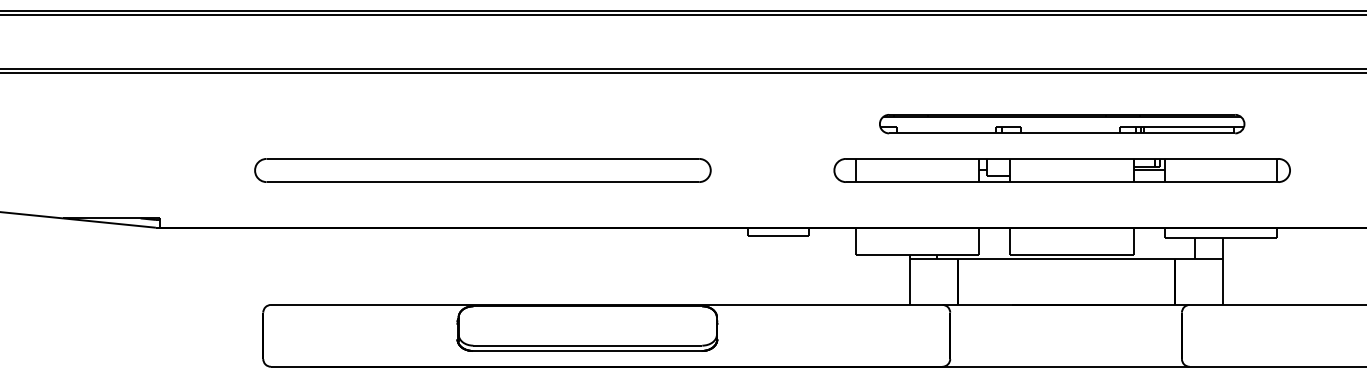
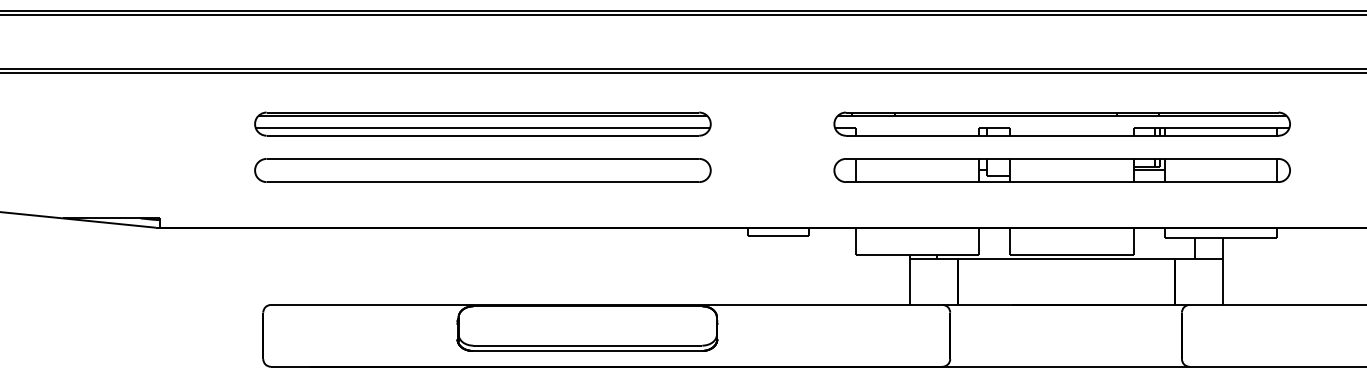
part at (482, 123): none -> present
part at (1062, 124) size: 367x21 px -> 458x26 px
